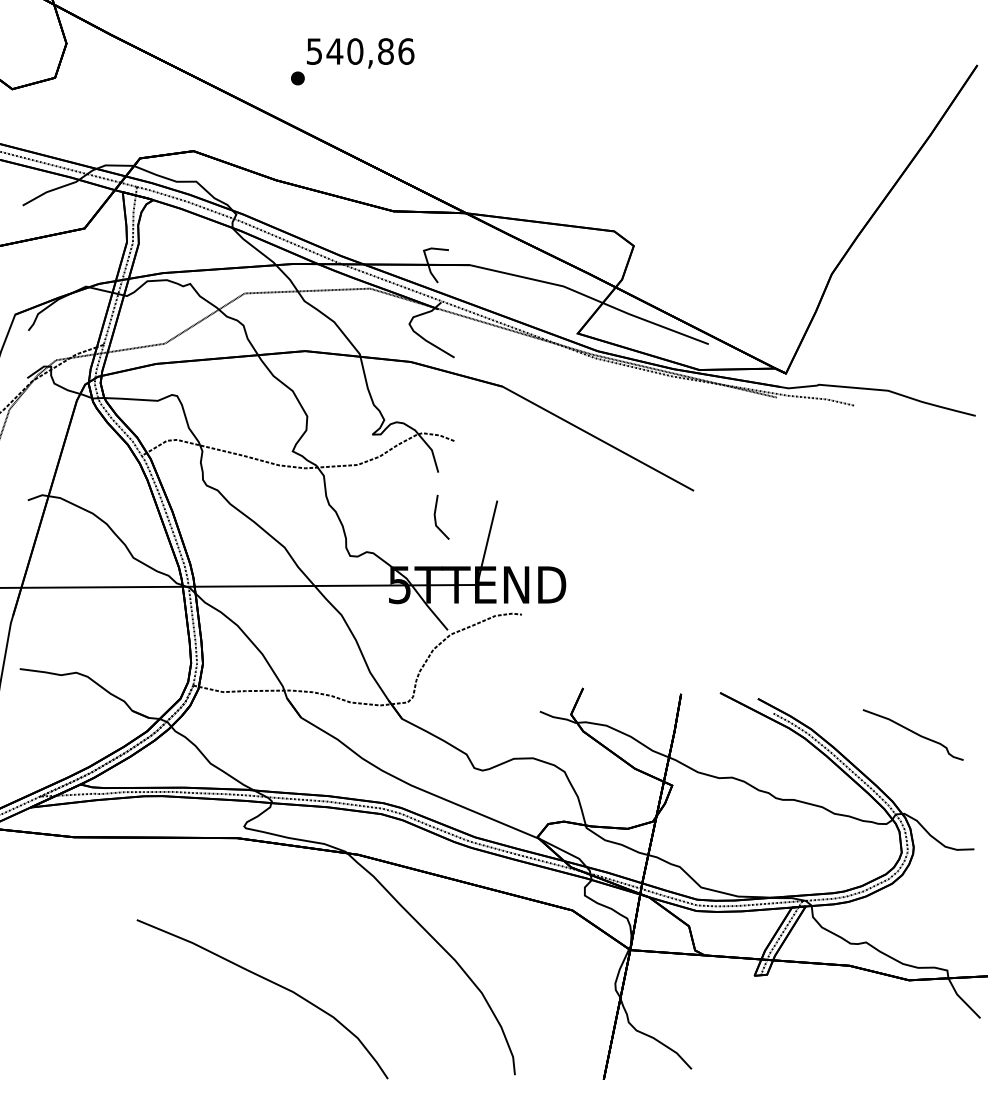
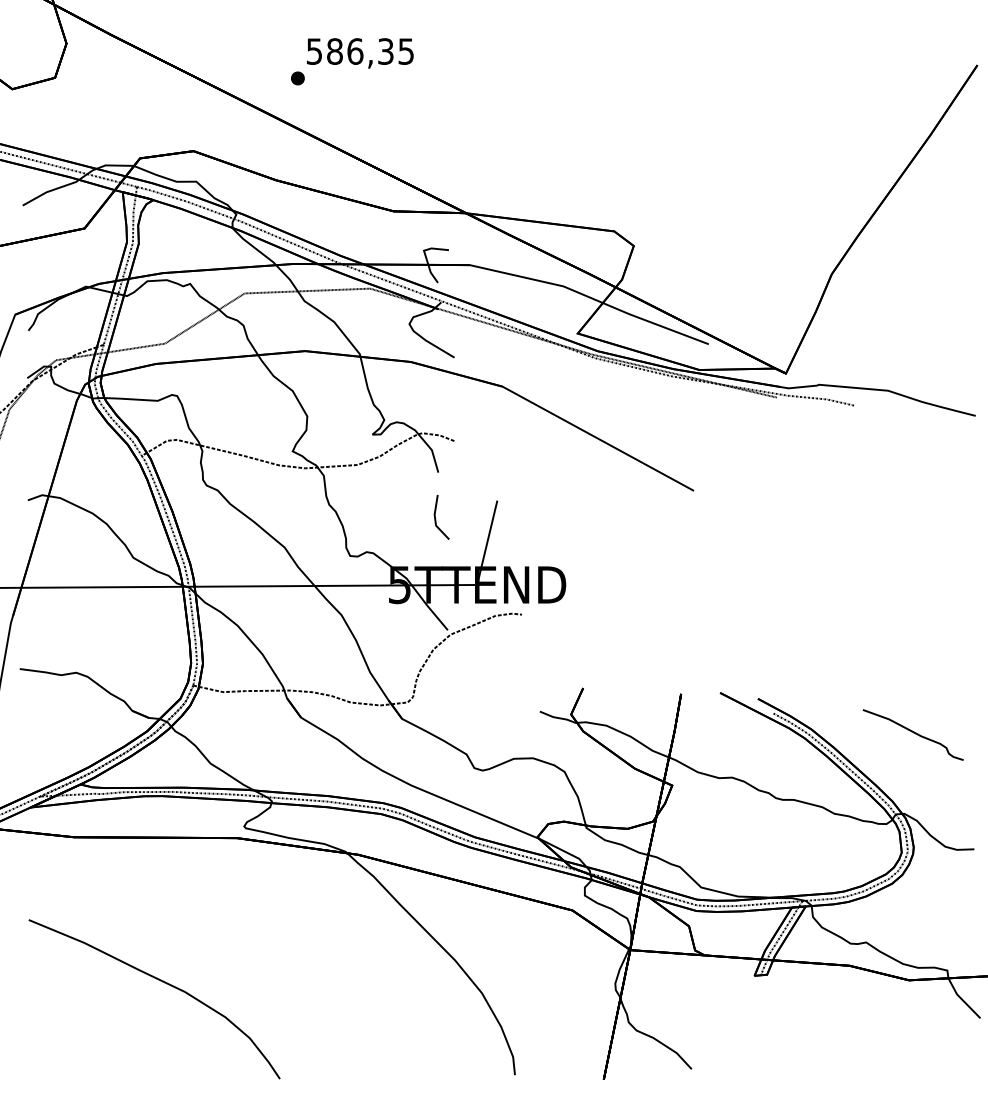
text at (370, 51): 540,86 -> 586,35
part at (270, 982) position: (270, 982) -> (162, 982)
